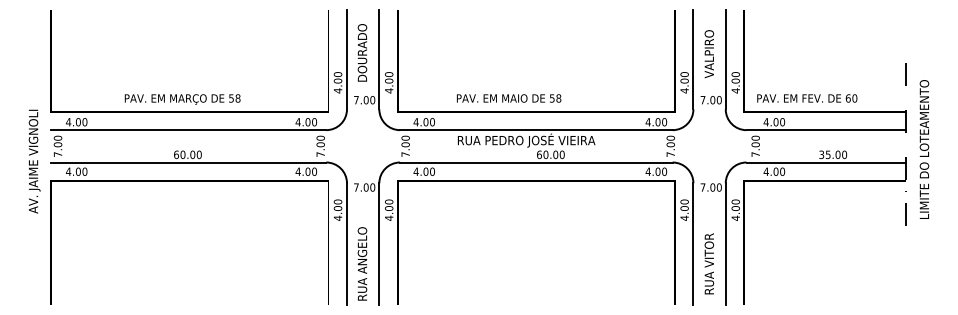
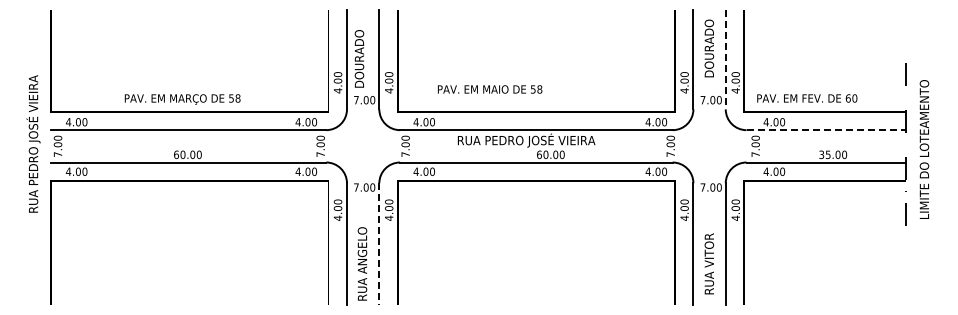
text at (709, 48): VALPIRO -> DOURADO
text at (362, 52) position: (362, 52) -> (359, 58)
line at (725, 59): solid -> dashed
text at (509, 98) position: (509, 98) -> (490, 89)
line at (826, 130): solid -> dashed
text at (33, 144): AV. JAIME VIGNOLI -> RUA PEDRO JOSÉ VIEIRA
line at (379, 244): solid -> dashed
